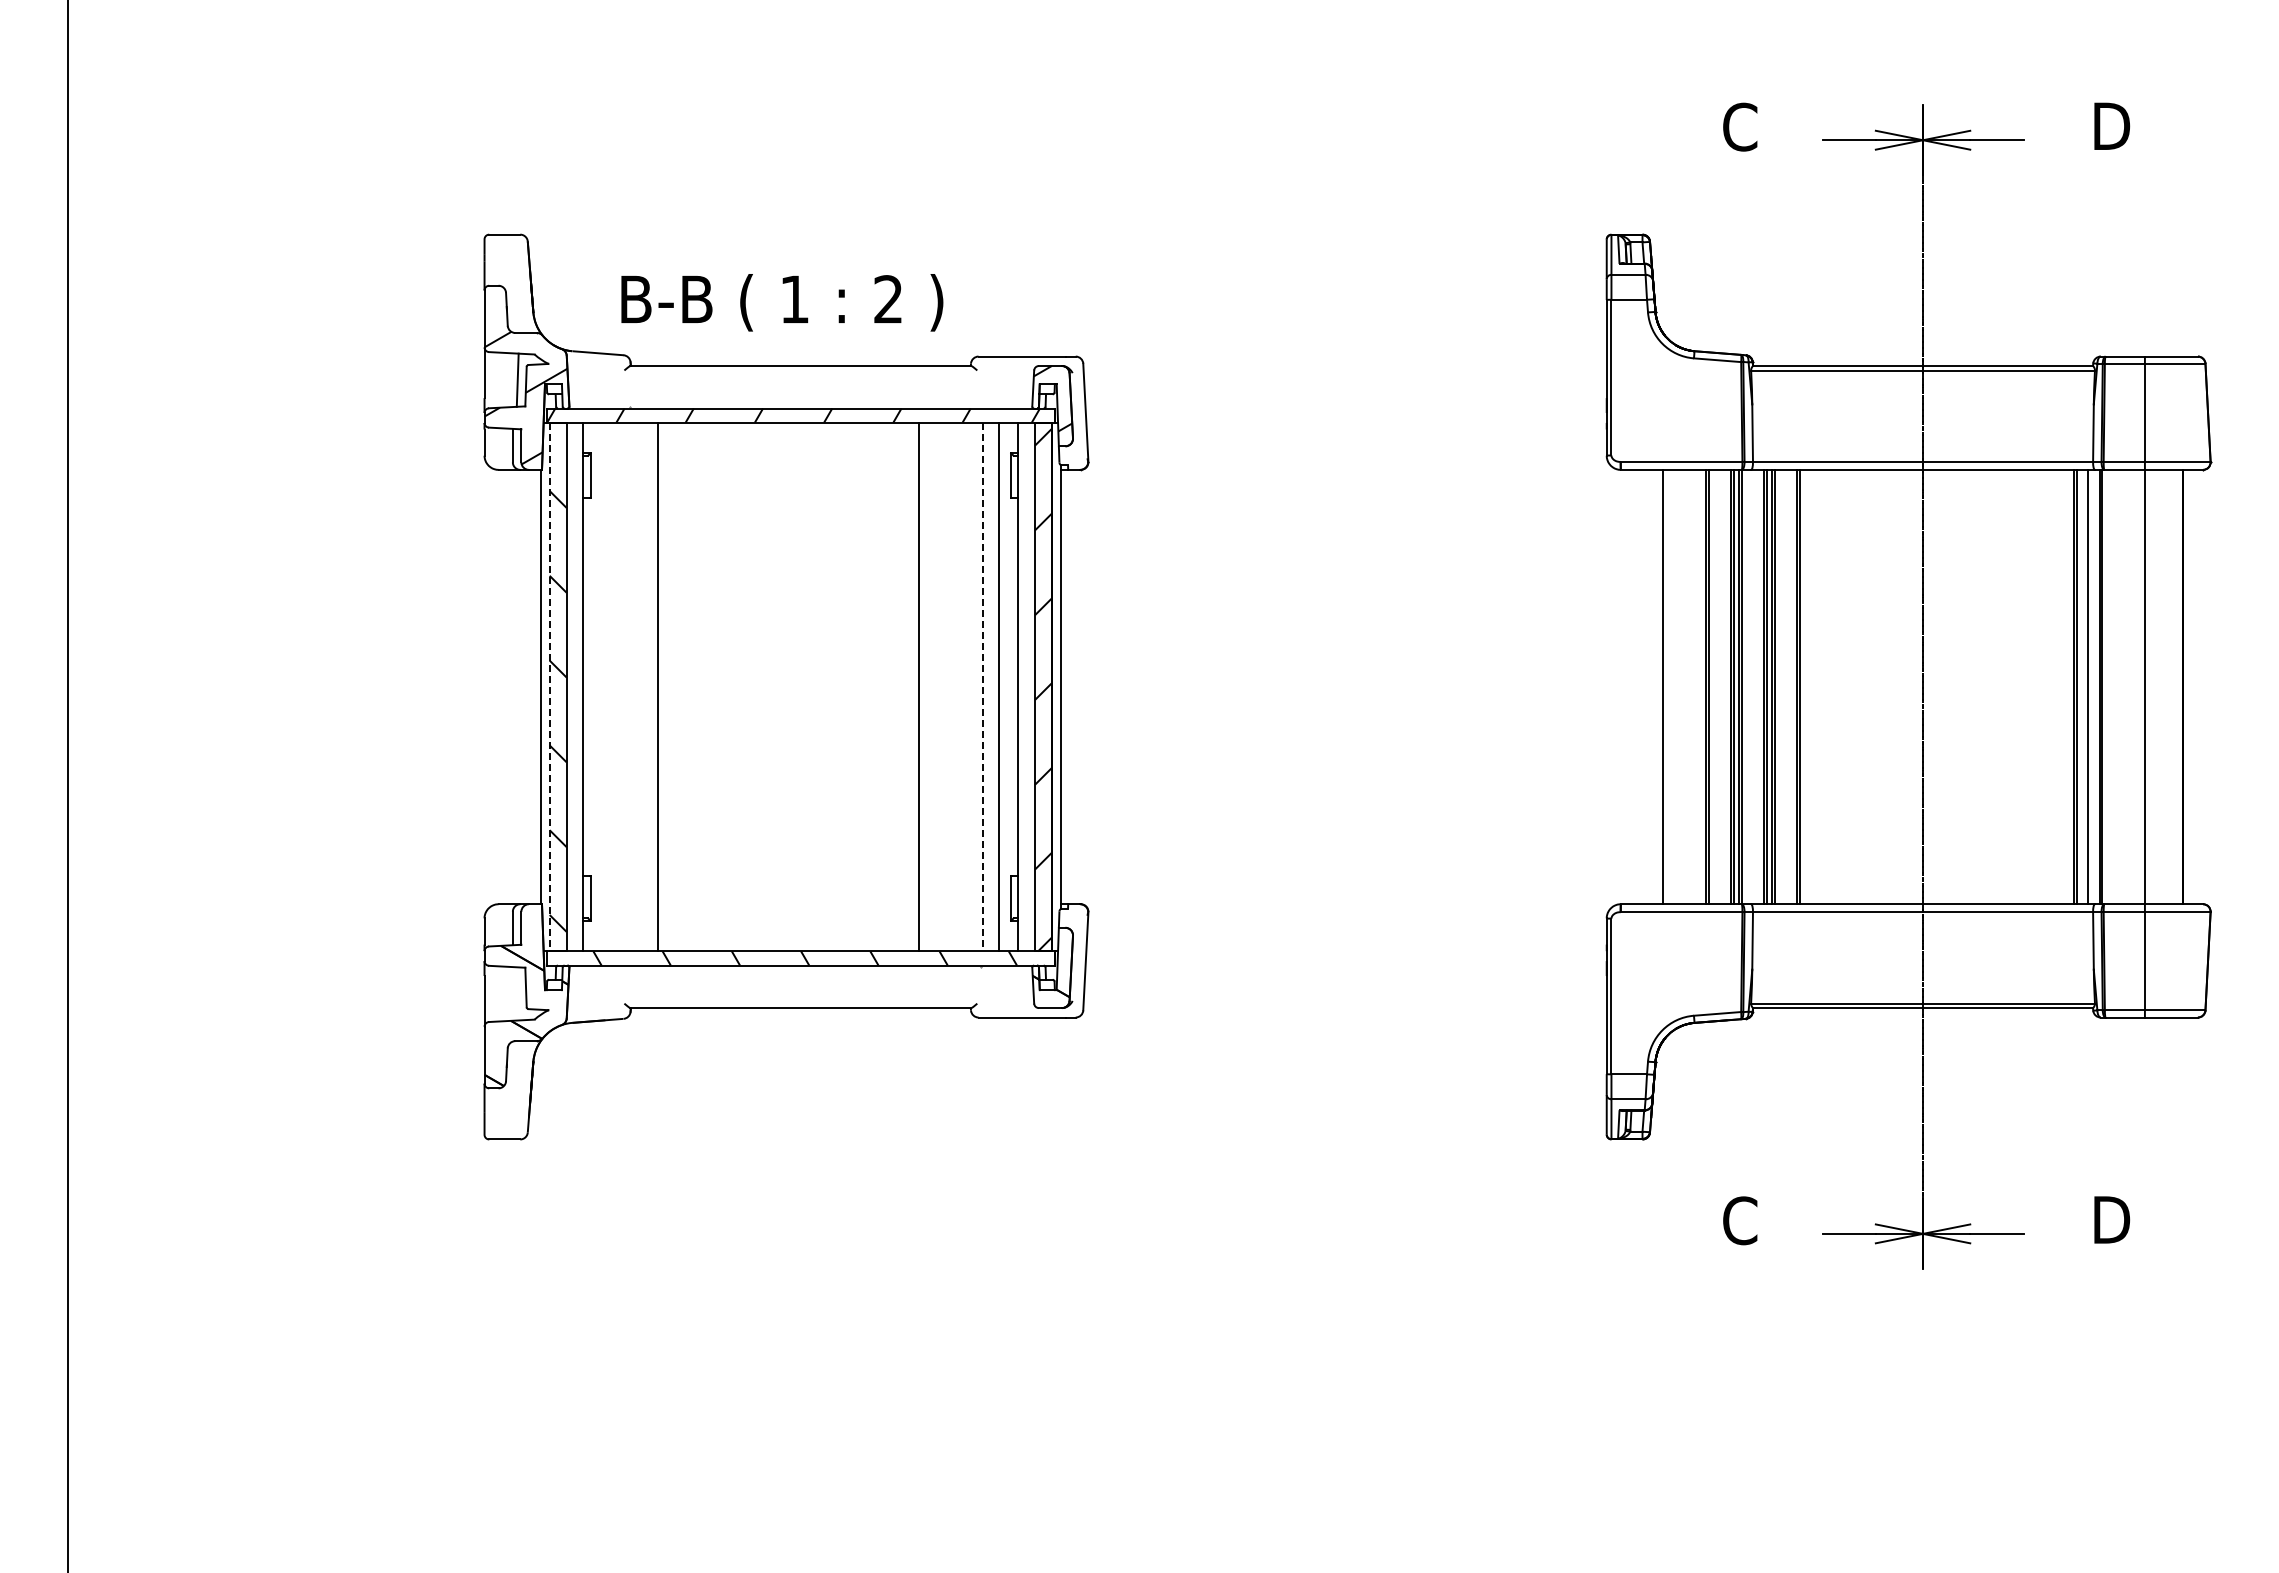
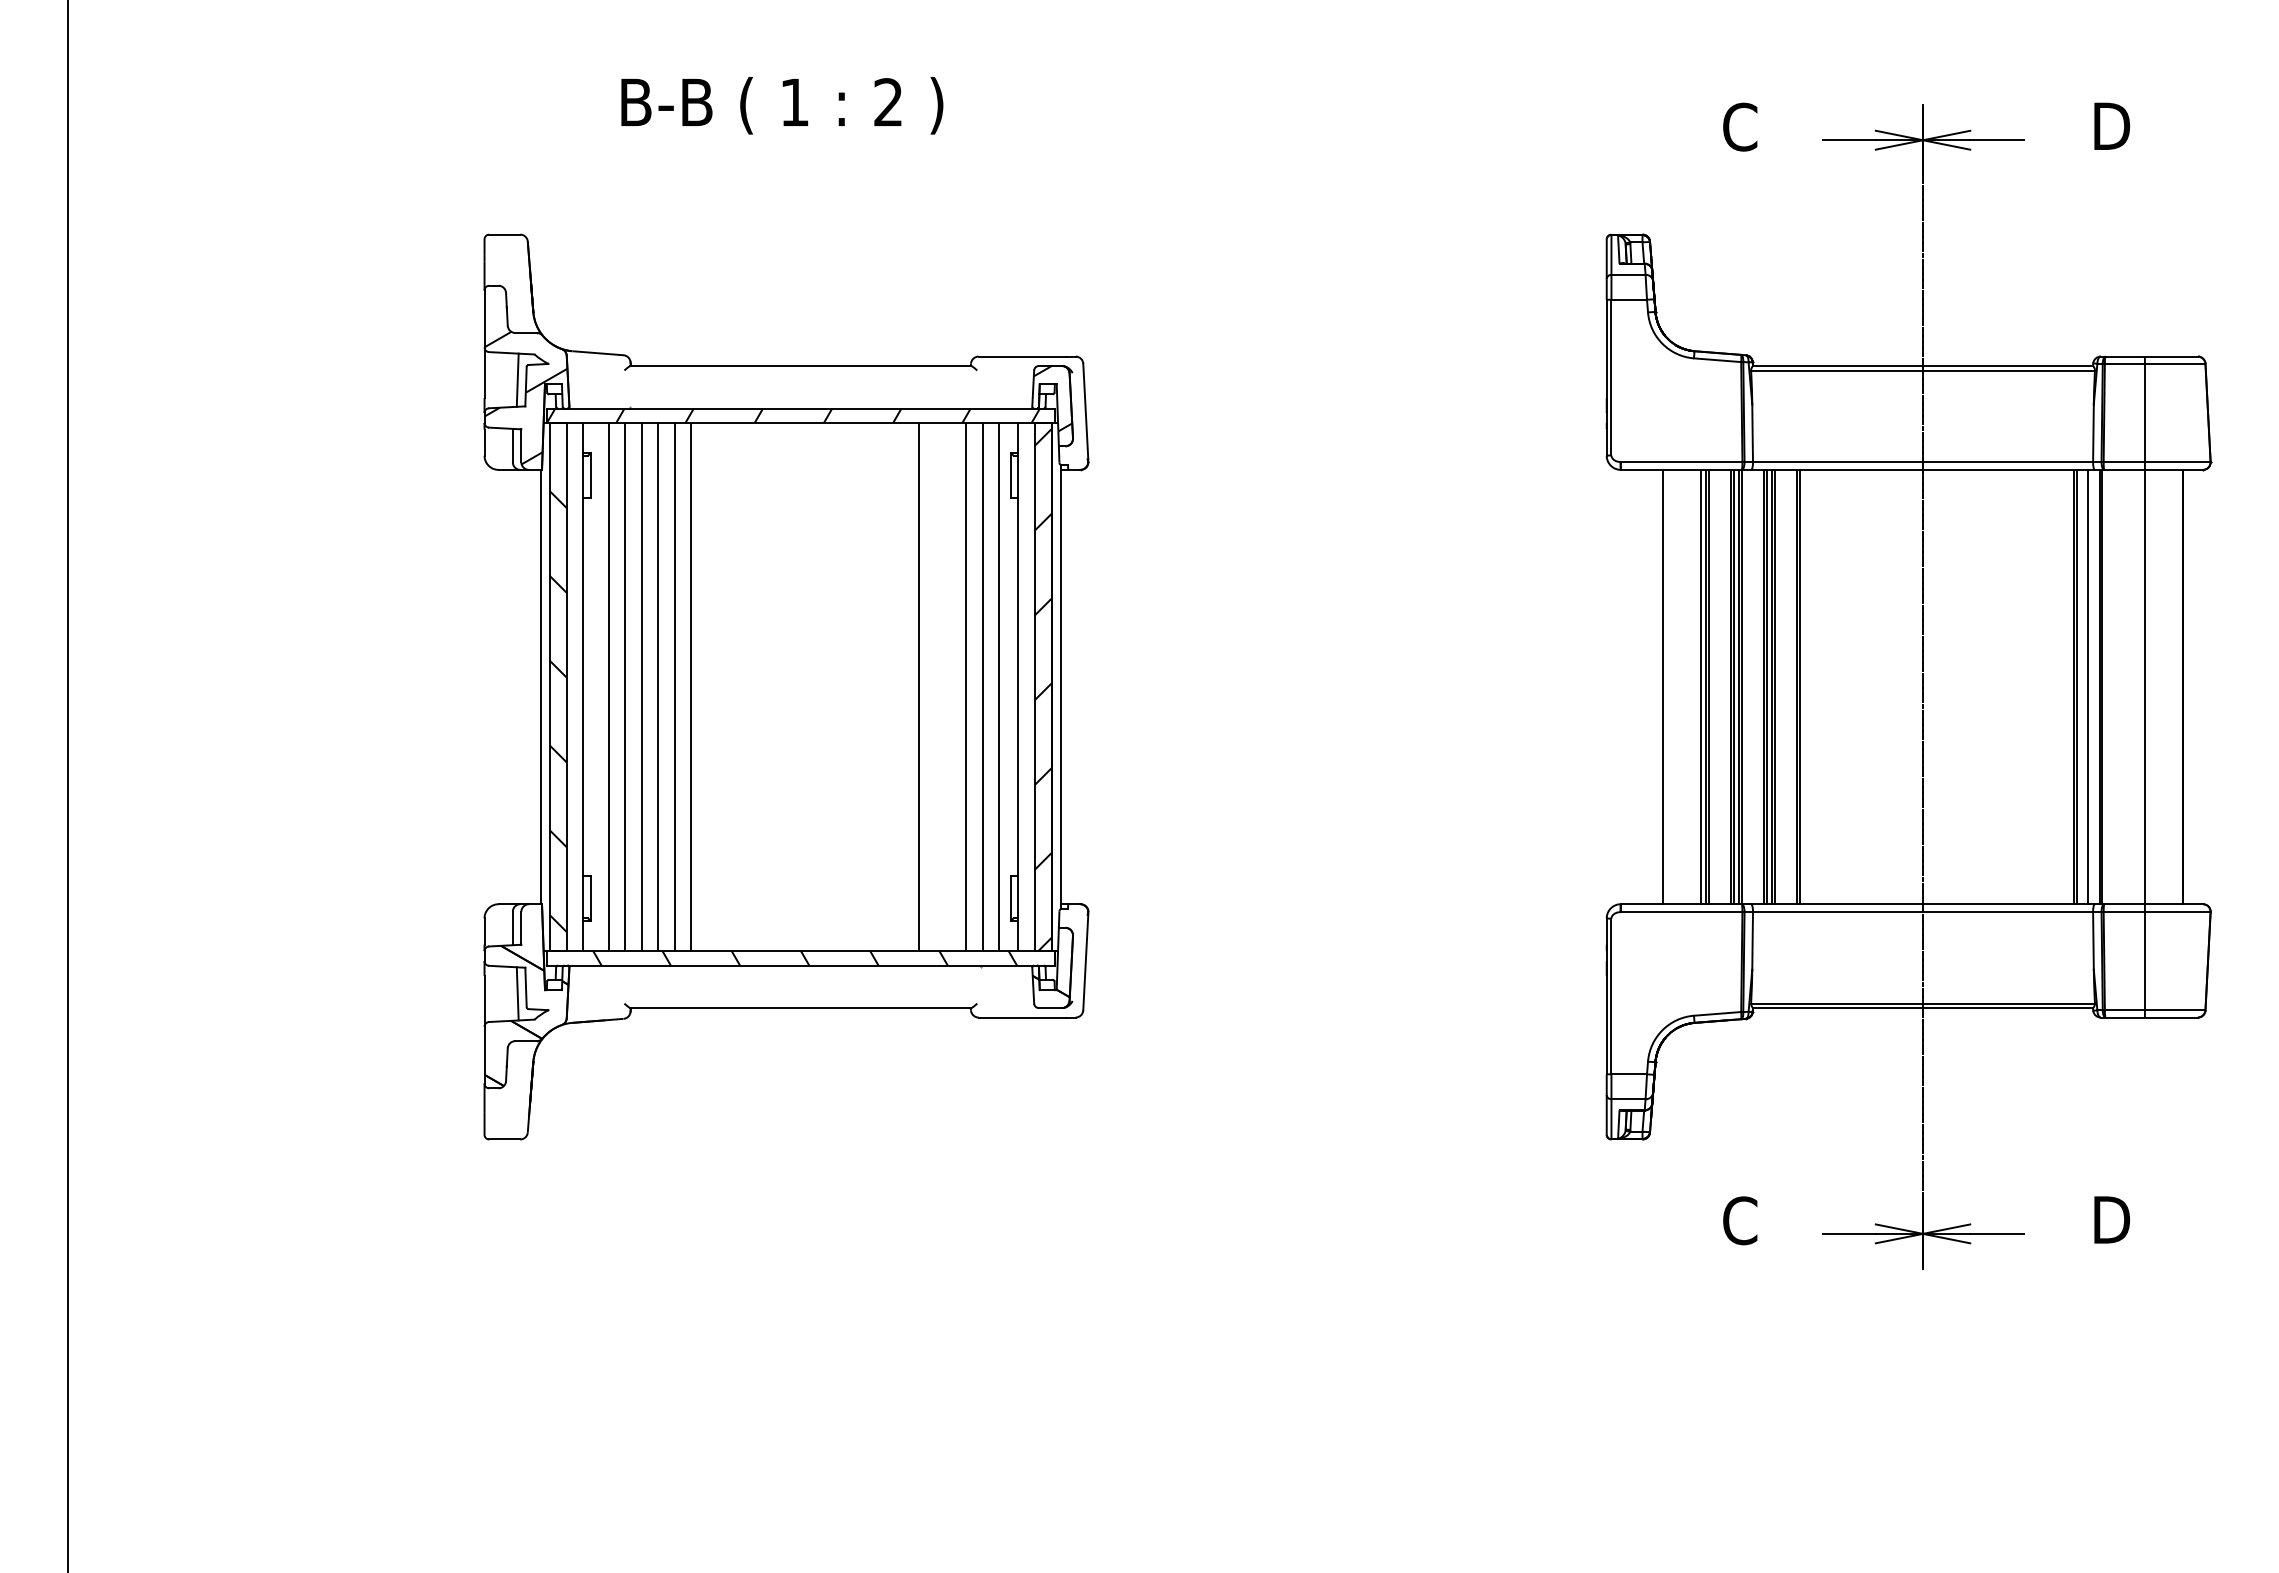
text at (782, 302) position: (782, 302) -> (782, 105)
line at (608, 686): none -> present
line at (624, 686): none -> present
line at (641, 686): none -> present
line at (674, 686): none -> present
line at (690, 686): none -> present
line at (966, 686): none -> present
line at (1701, 686): none -> present
line at (549, 687): dashed -> solid
line at (983, 687): dashed -> solid
line at (517, 993): none -> present
